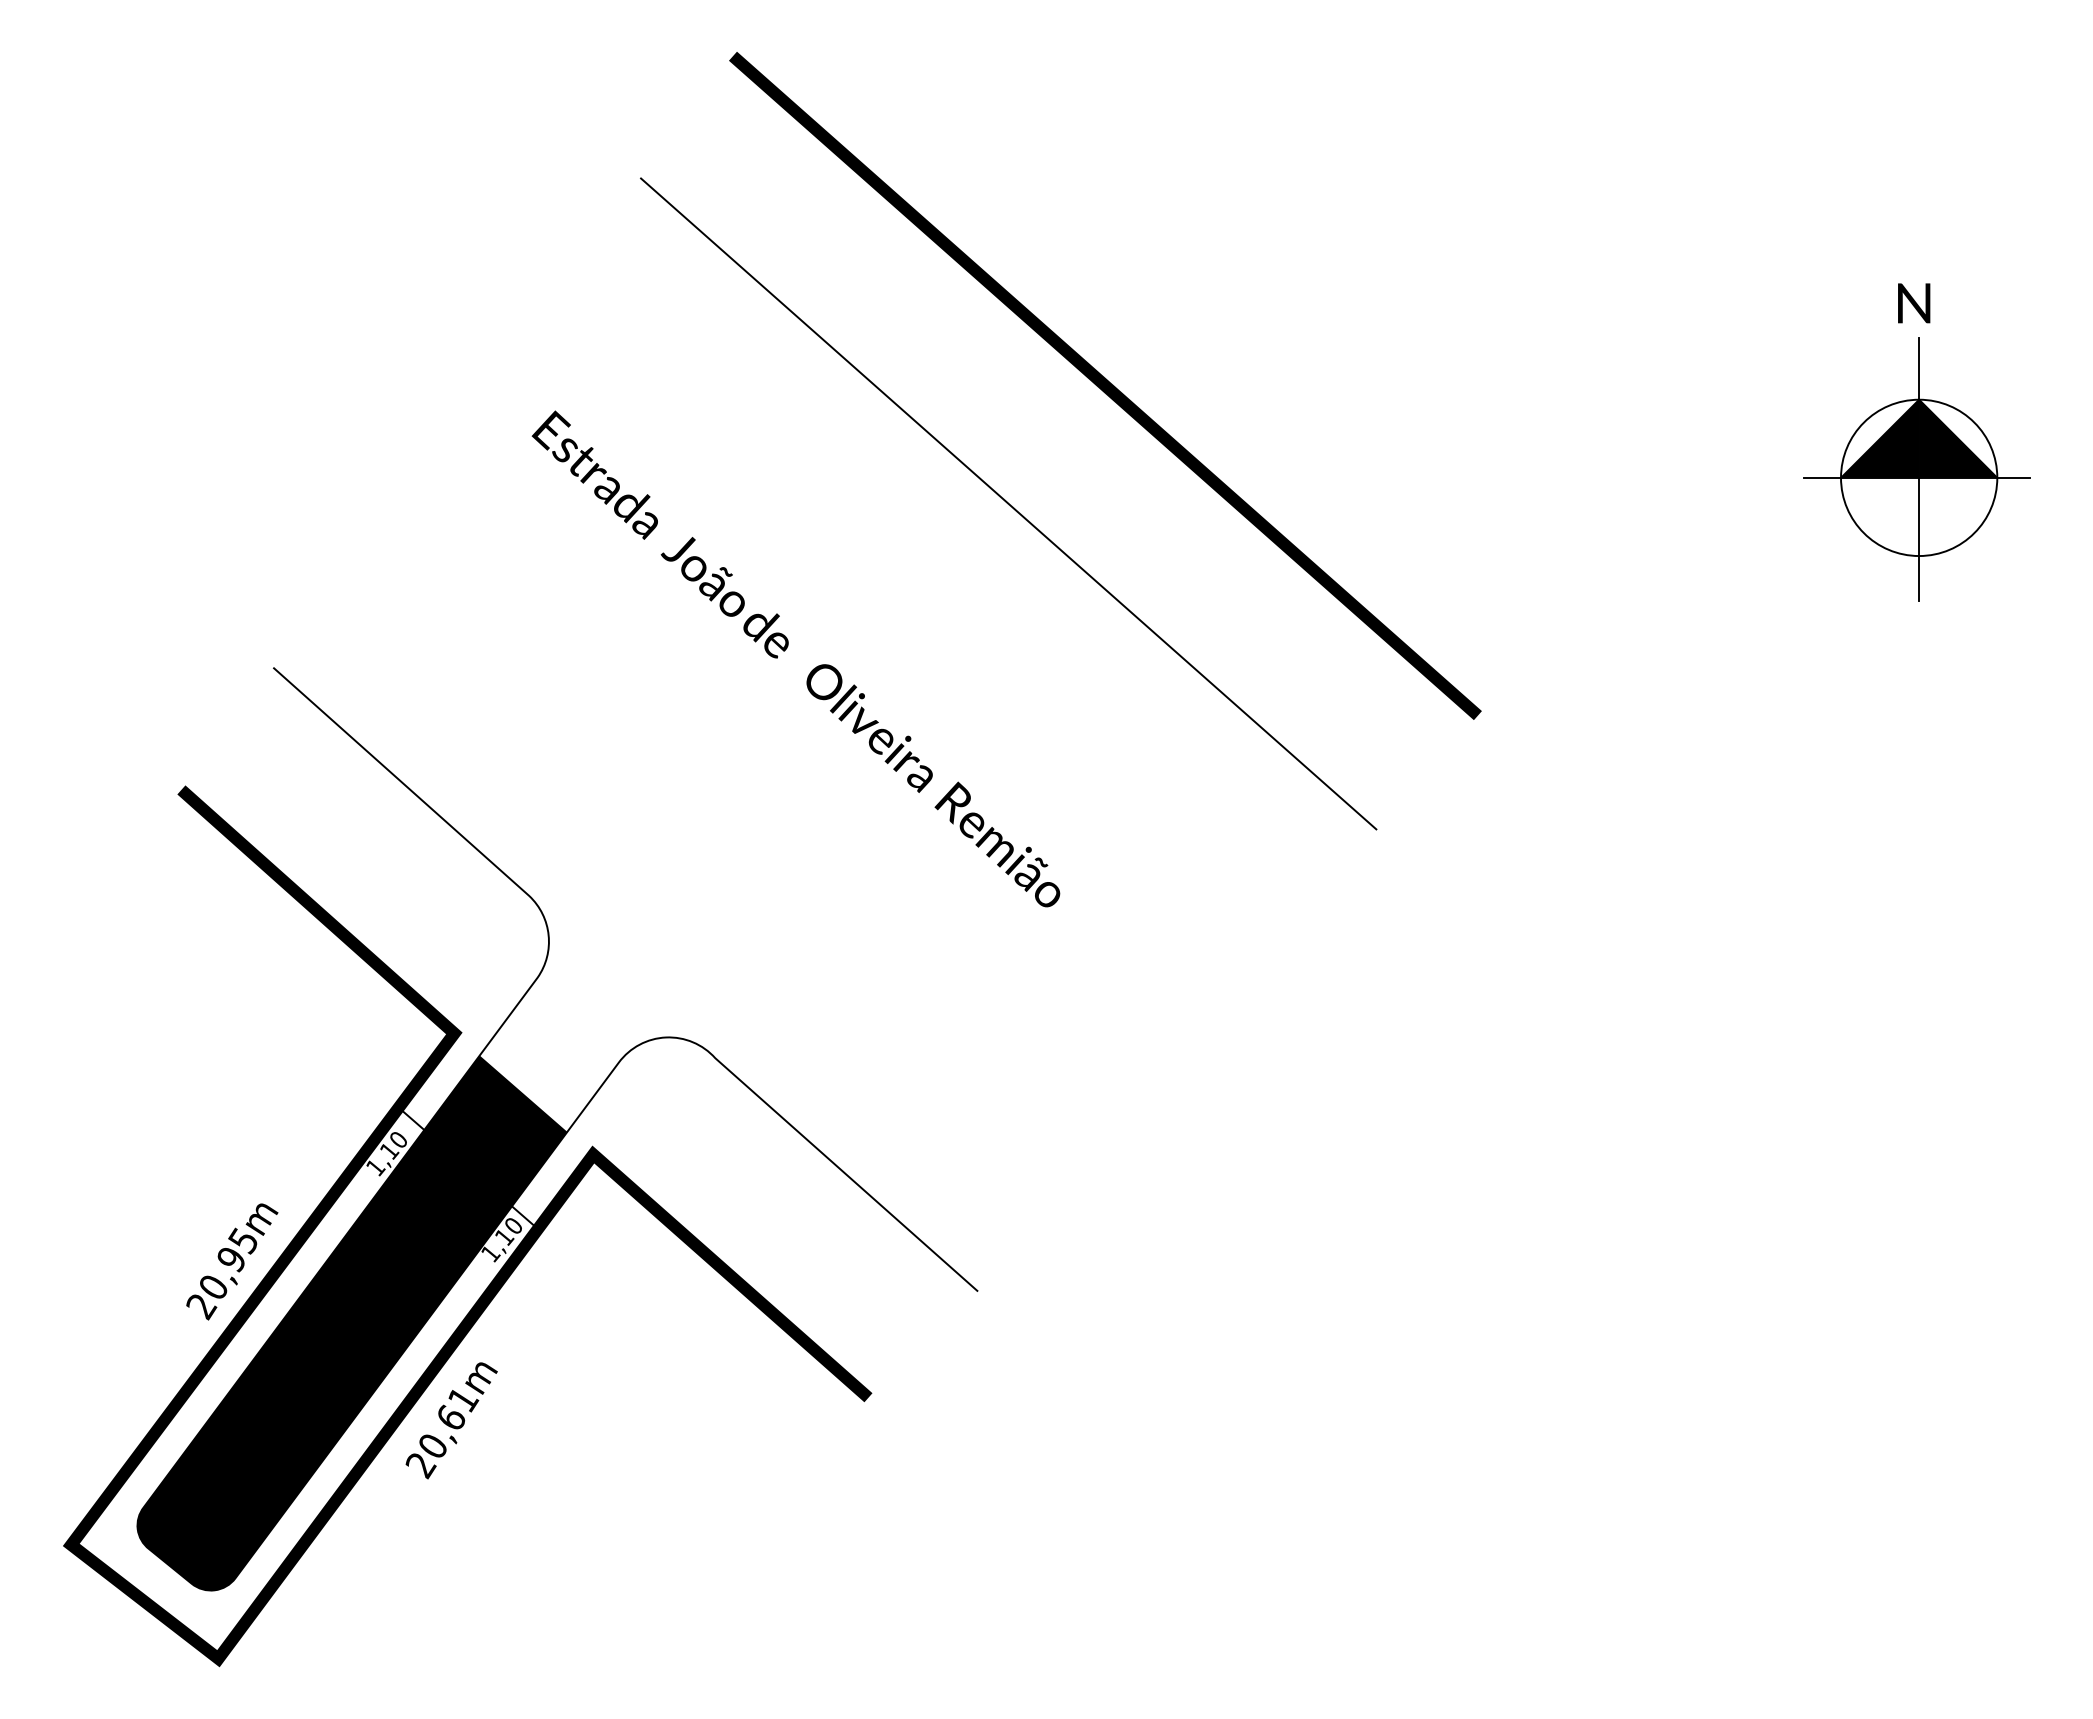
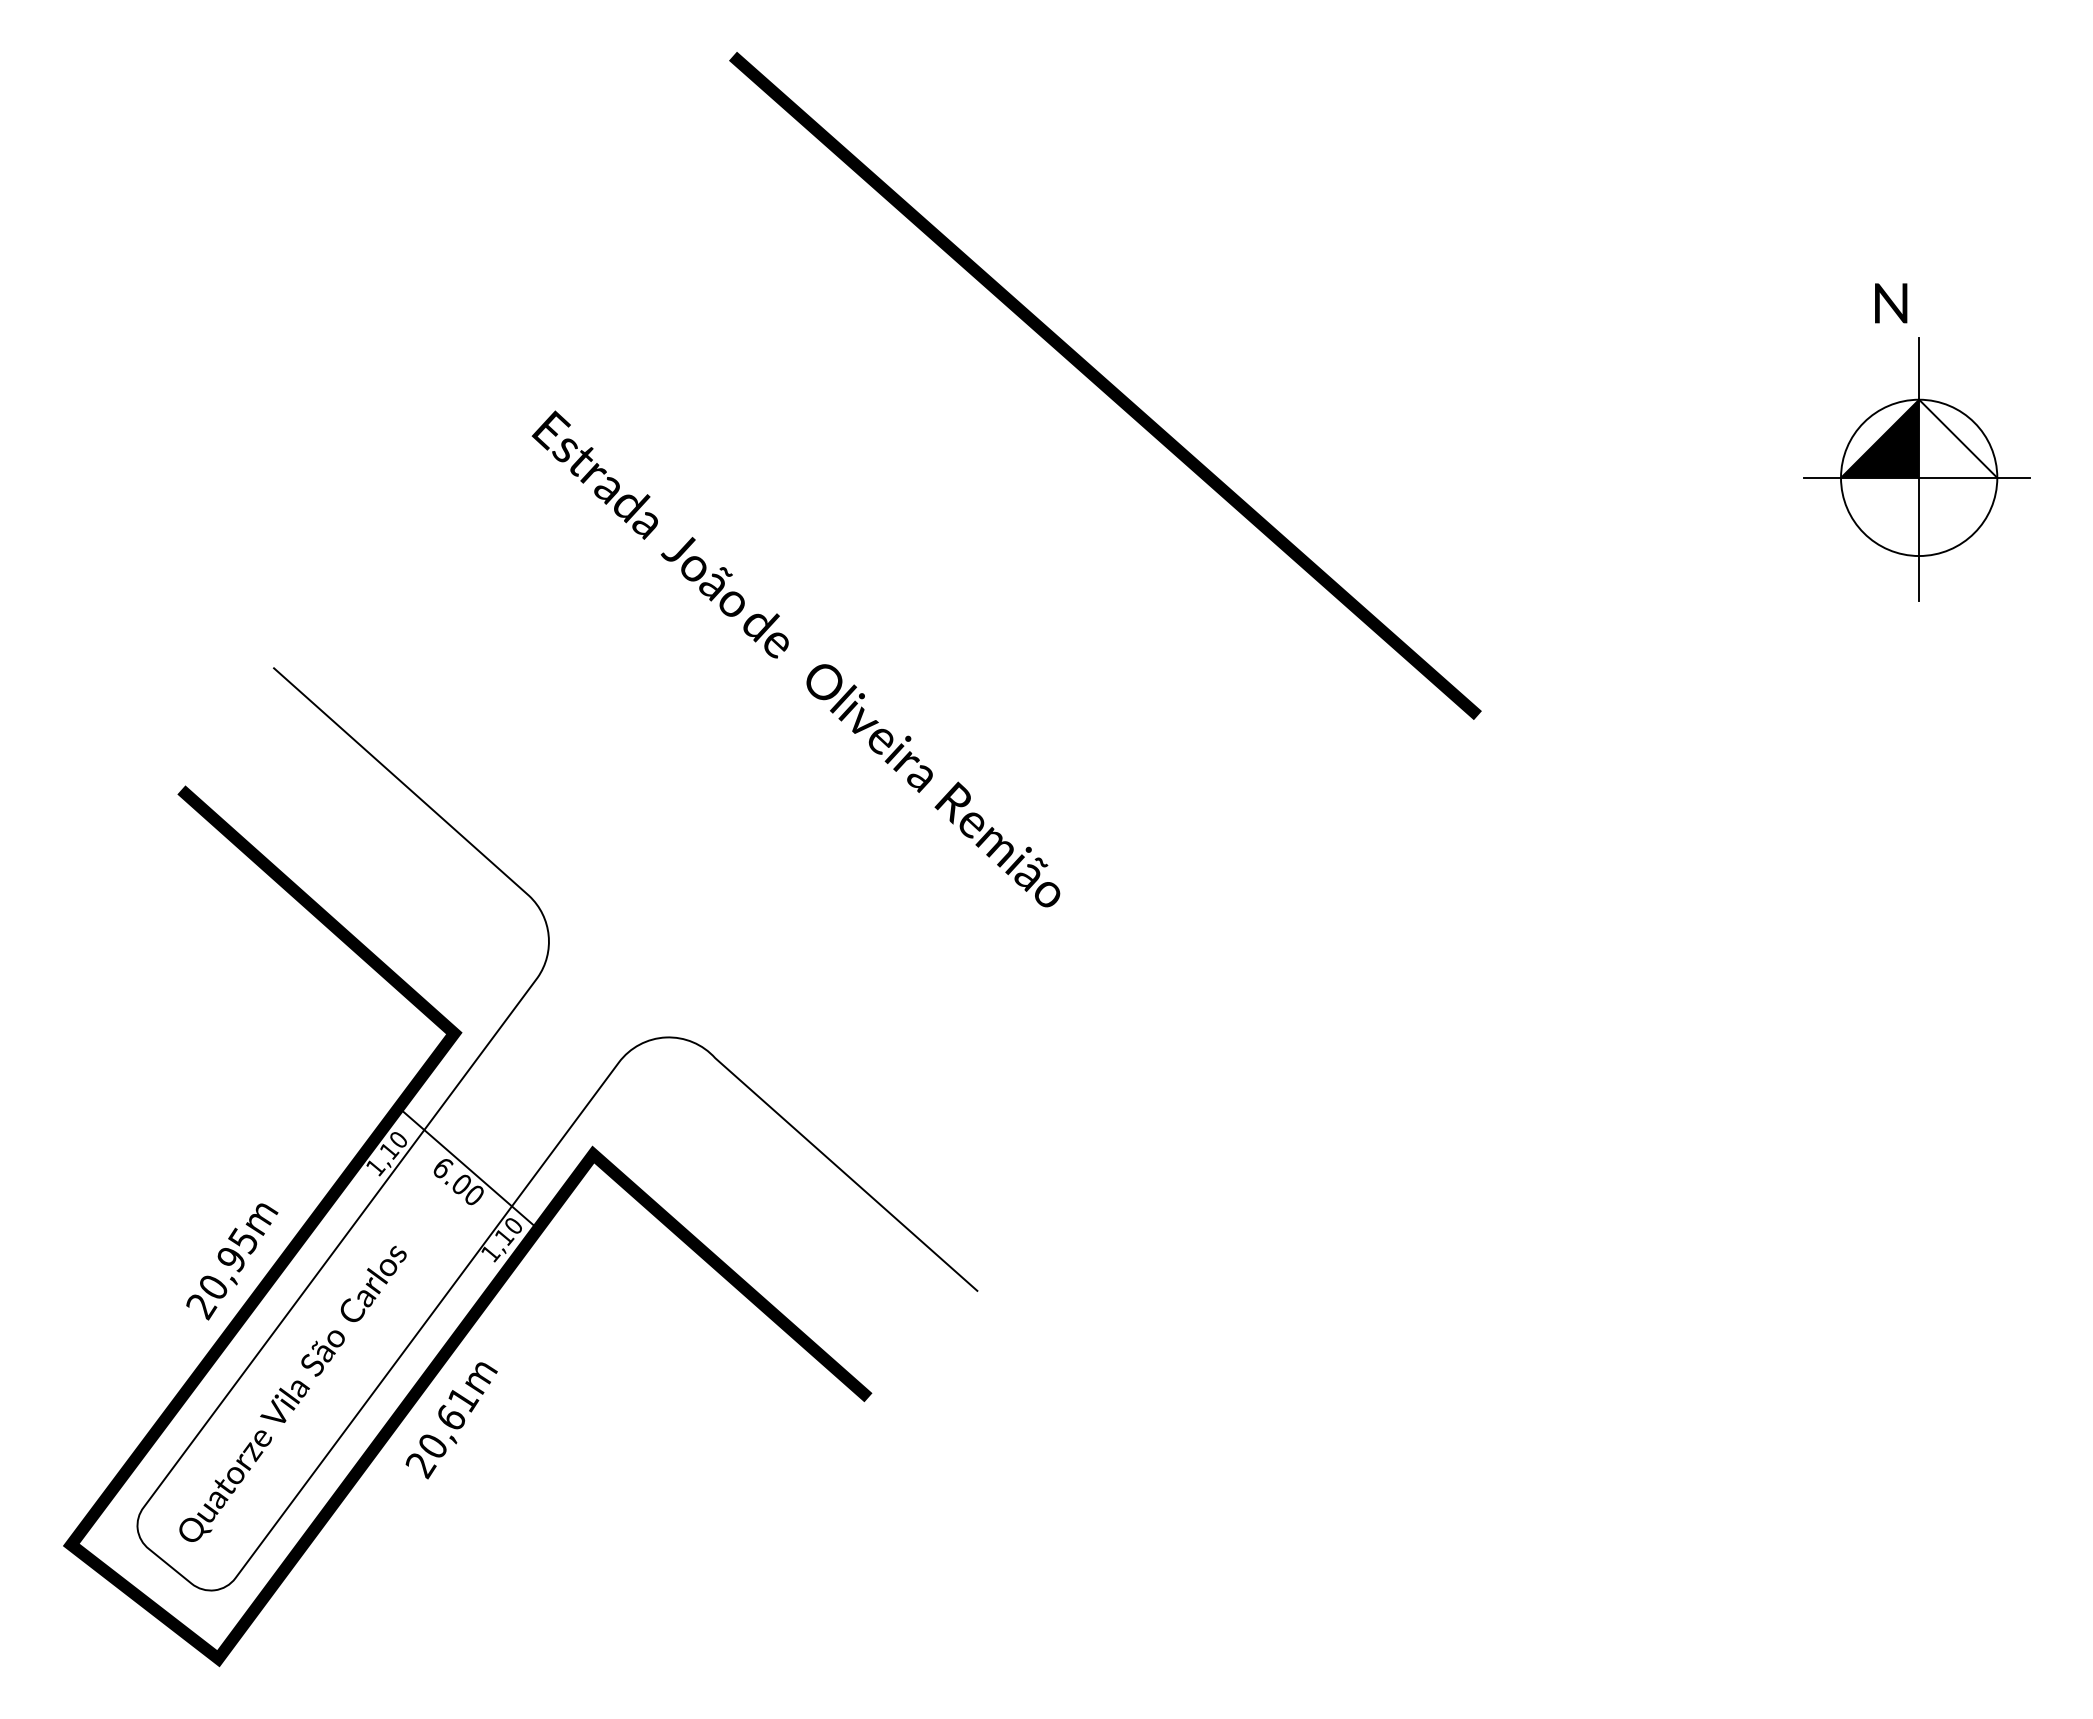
text at (1914, 303) position: (1914, 303) -> (1891, 303)
fill at (1958, 438): present -> none
line at (1008, 503): present -> none
fill at (352, 1322): present -> none
